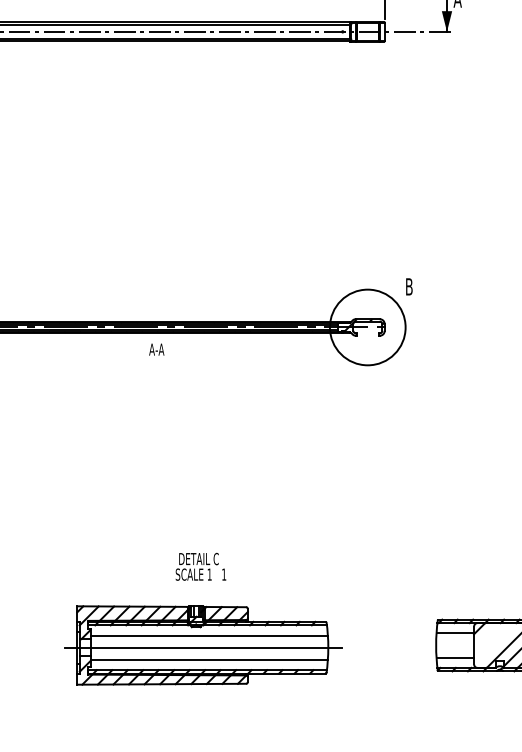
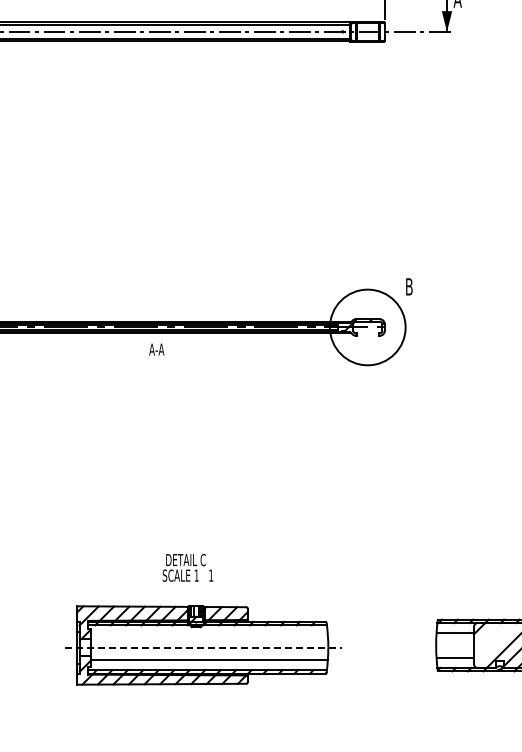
text at (200, 566) position: (200, 566) -> (187, 567)
line at (208, 635): present -> none
line at (203, 647): solid -> dashed
